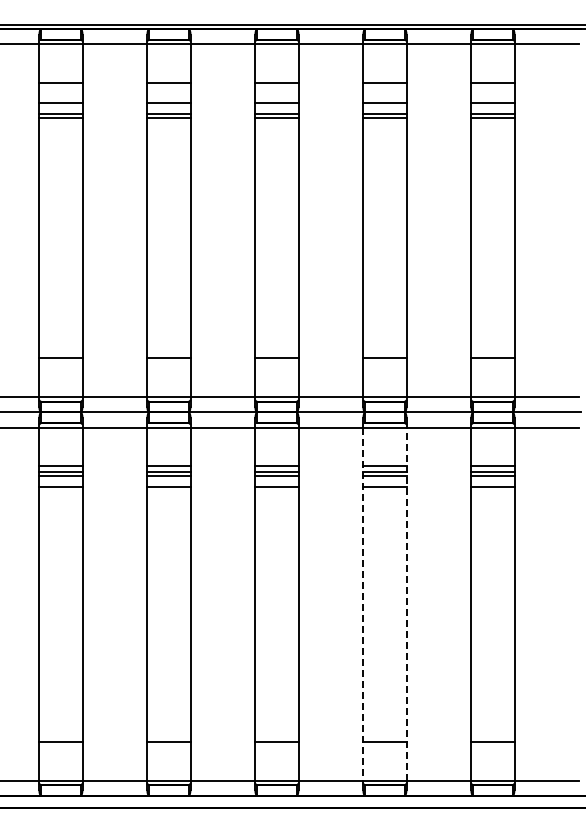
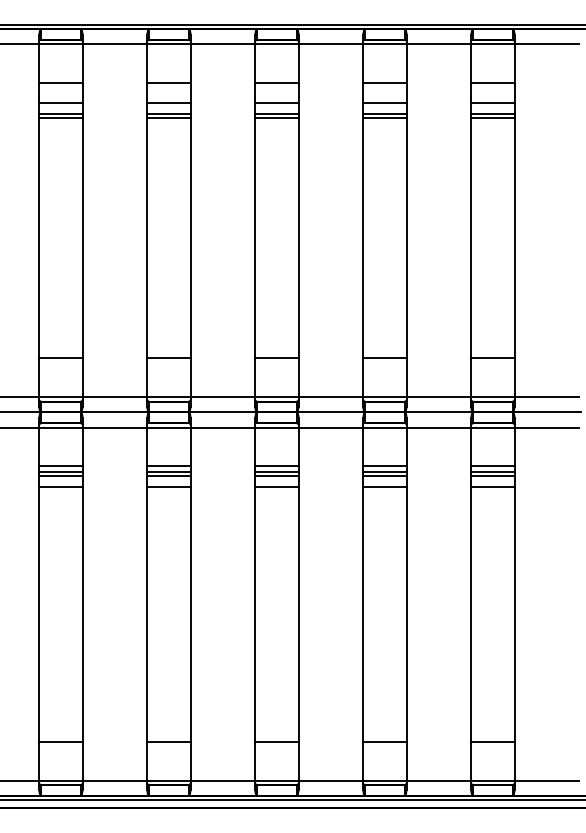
line at (363, 604): dashed -> solid
line at (406, 604): dashed -> solid
line at (292, 799): none -> present
